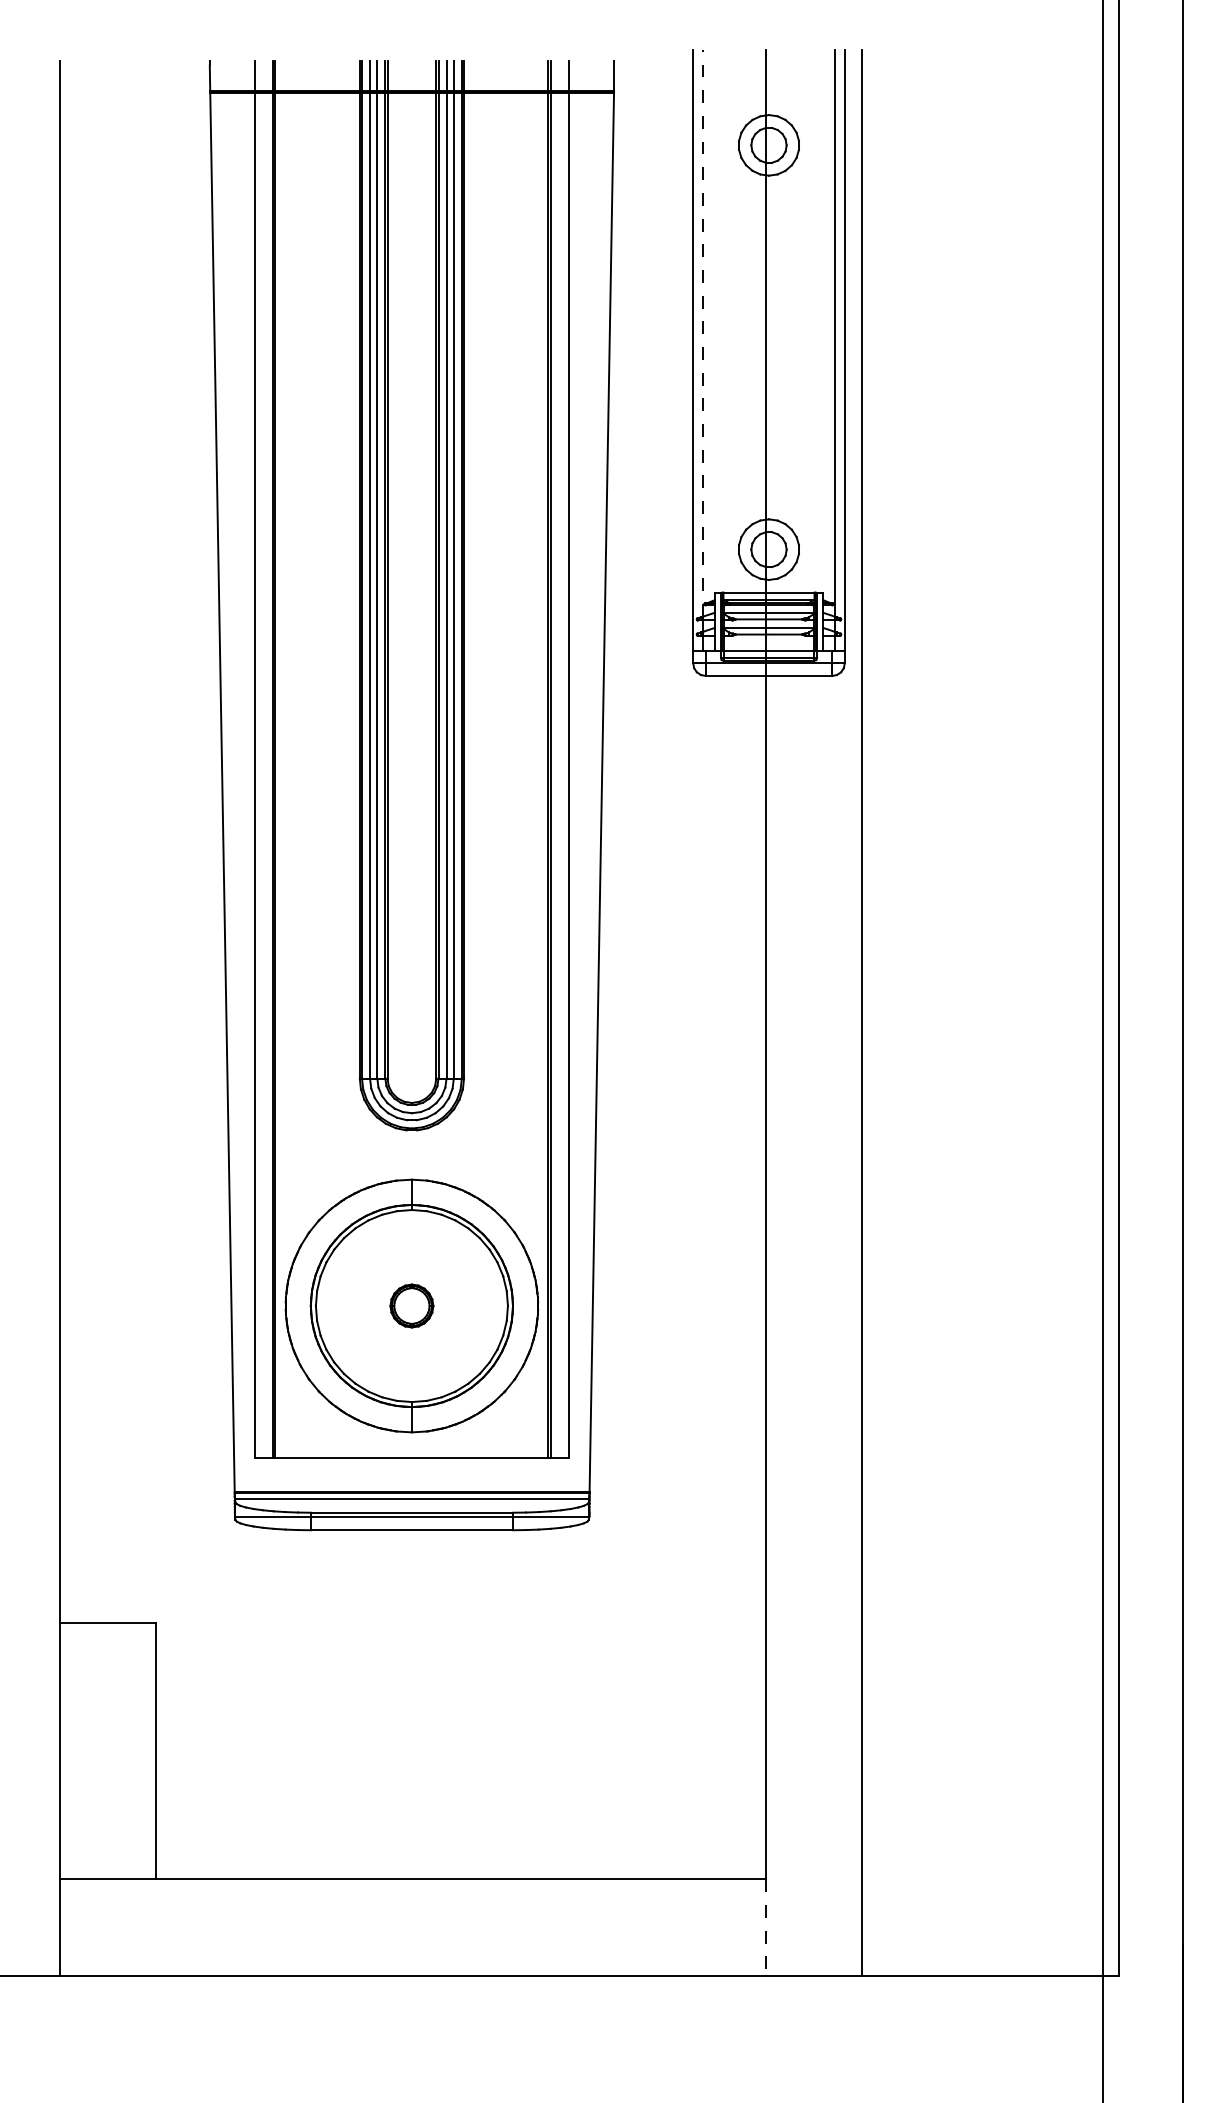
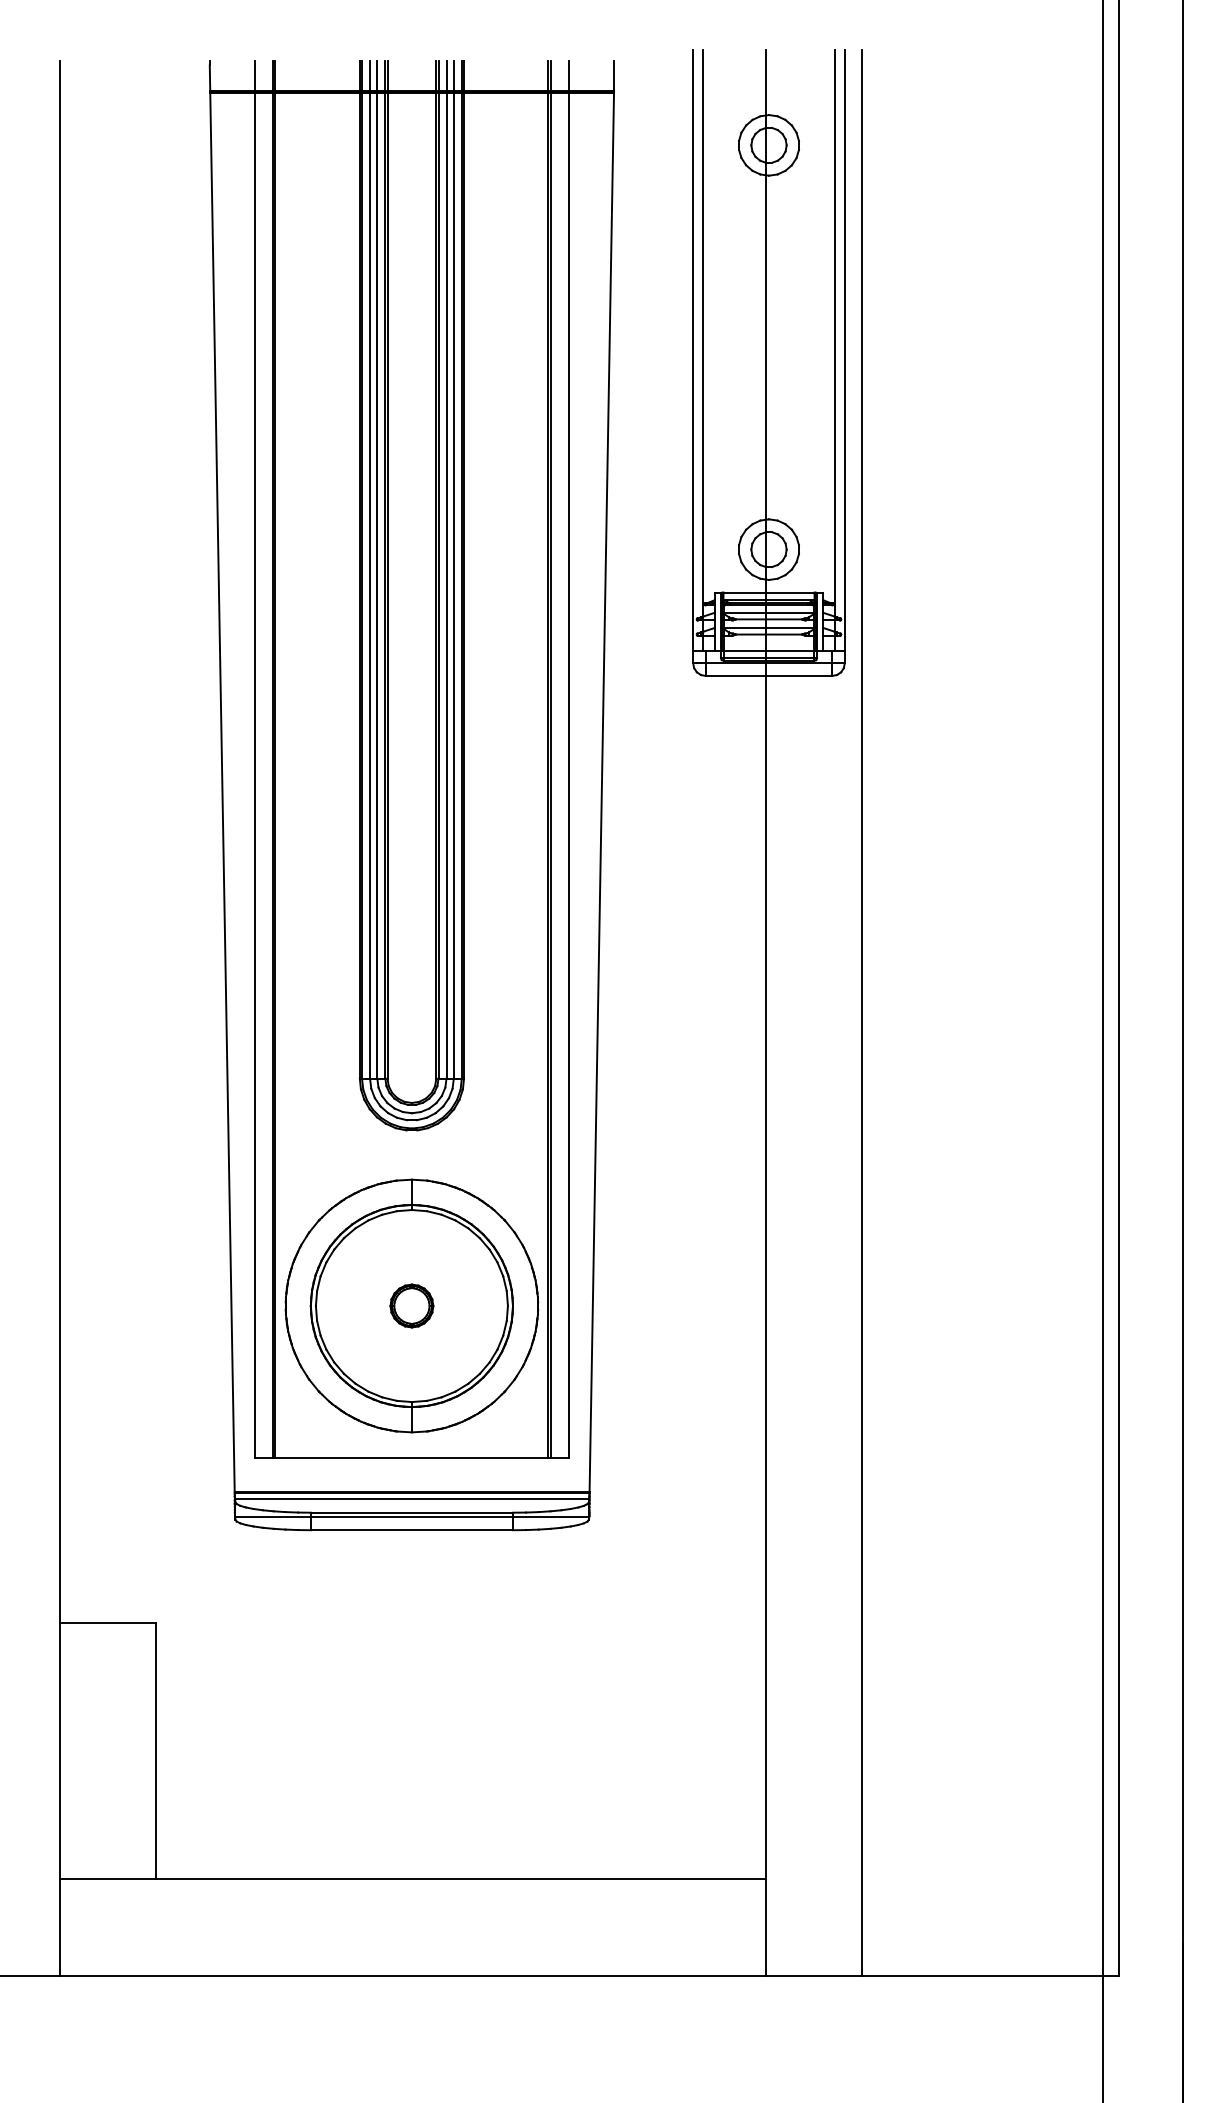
line at (703, 332): dashed -> solid
line at (766, 1928): dashed -> solid
